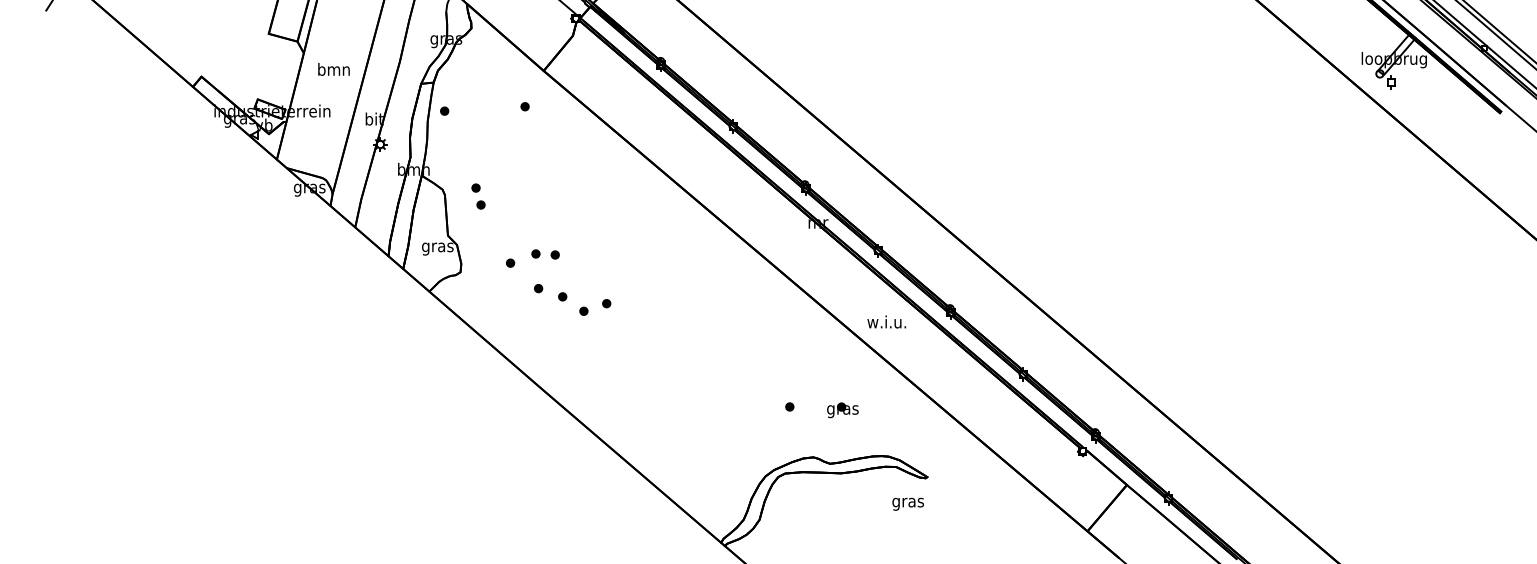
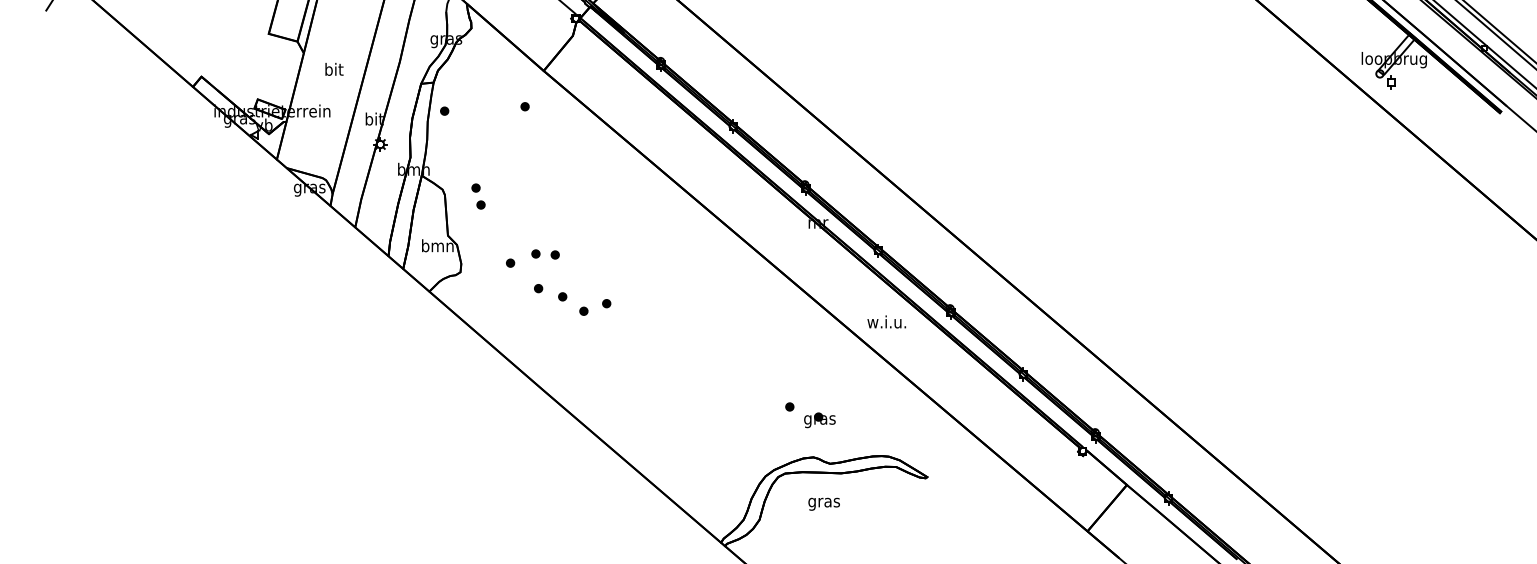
text at (333, 68): bmn -> bit
text at (437, 247): gras -> bmn
part at (842, 410) position: (842, 410) -> (819, 420)
text at (907, 503) position: (907, 503) -> (823, 503)
